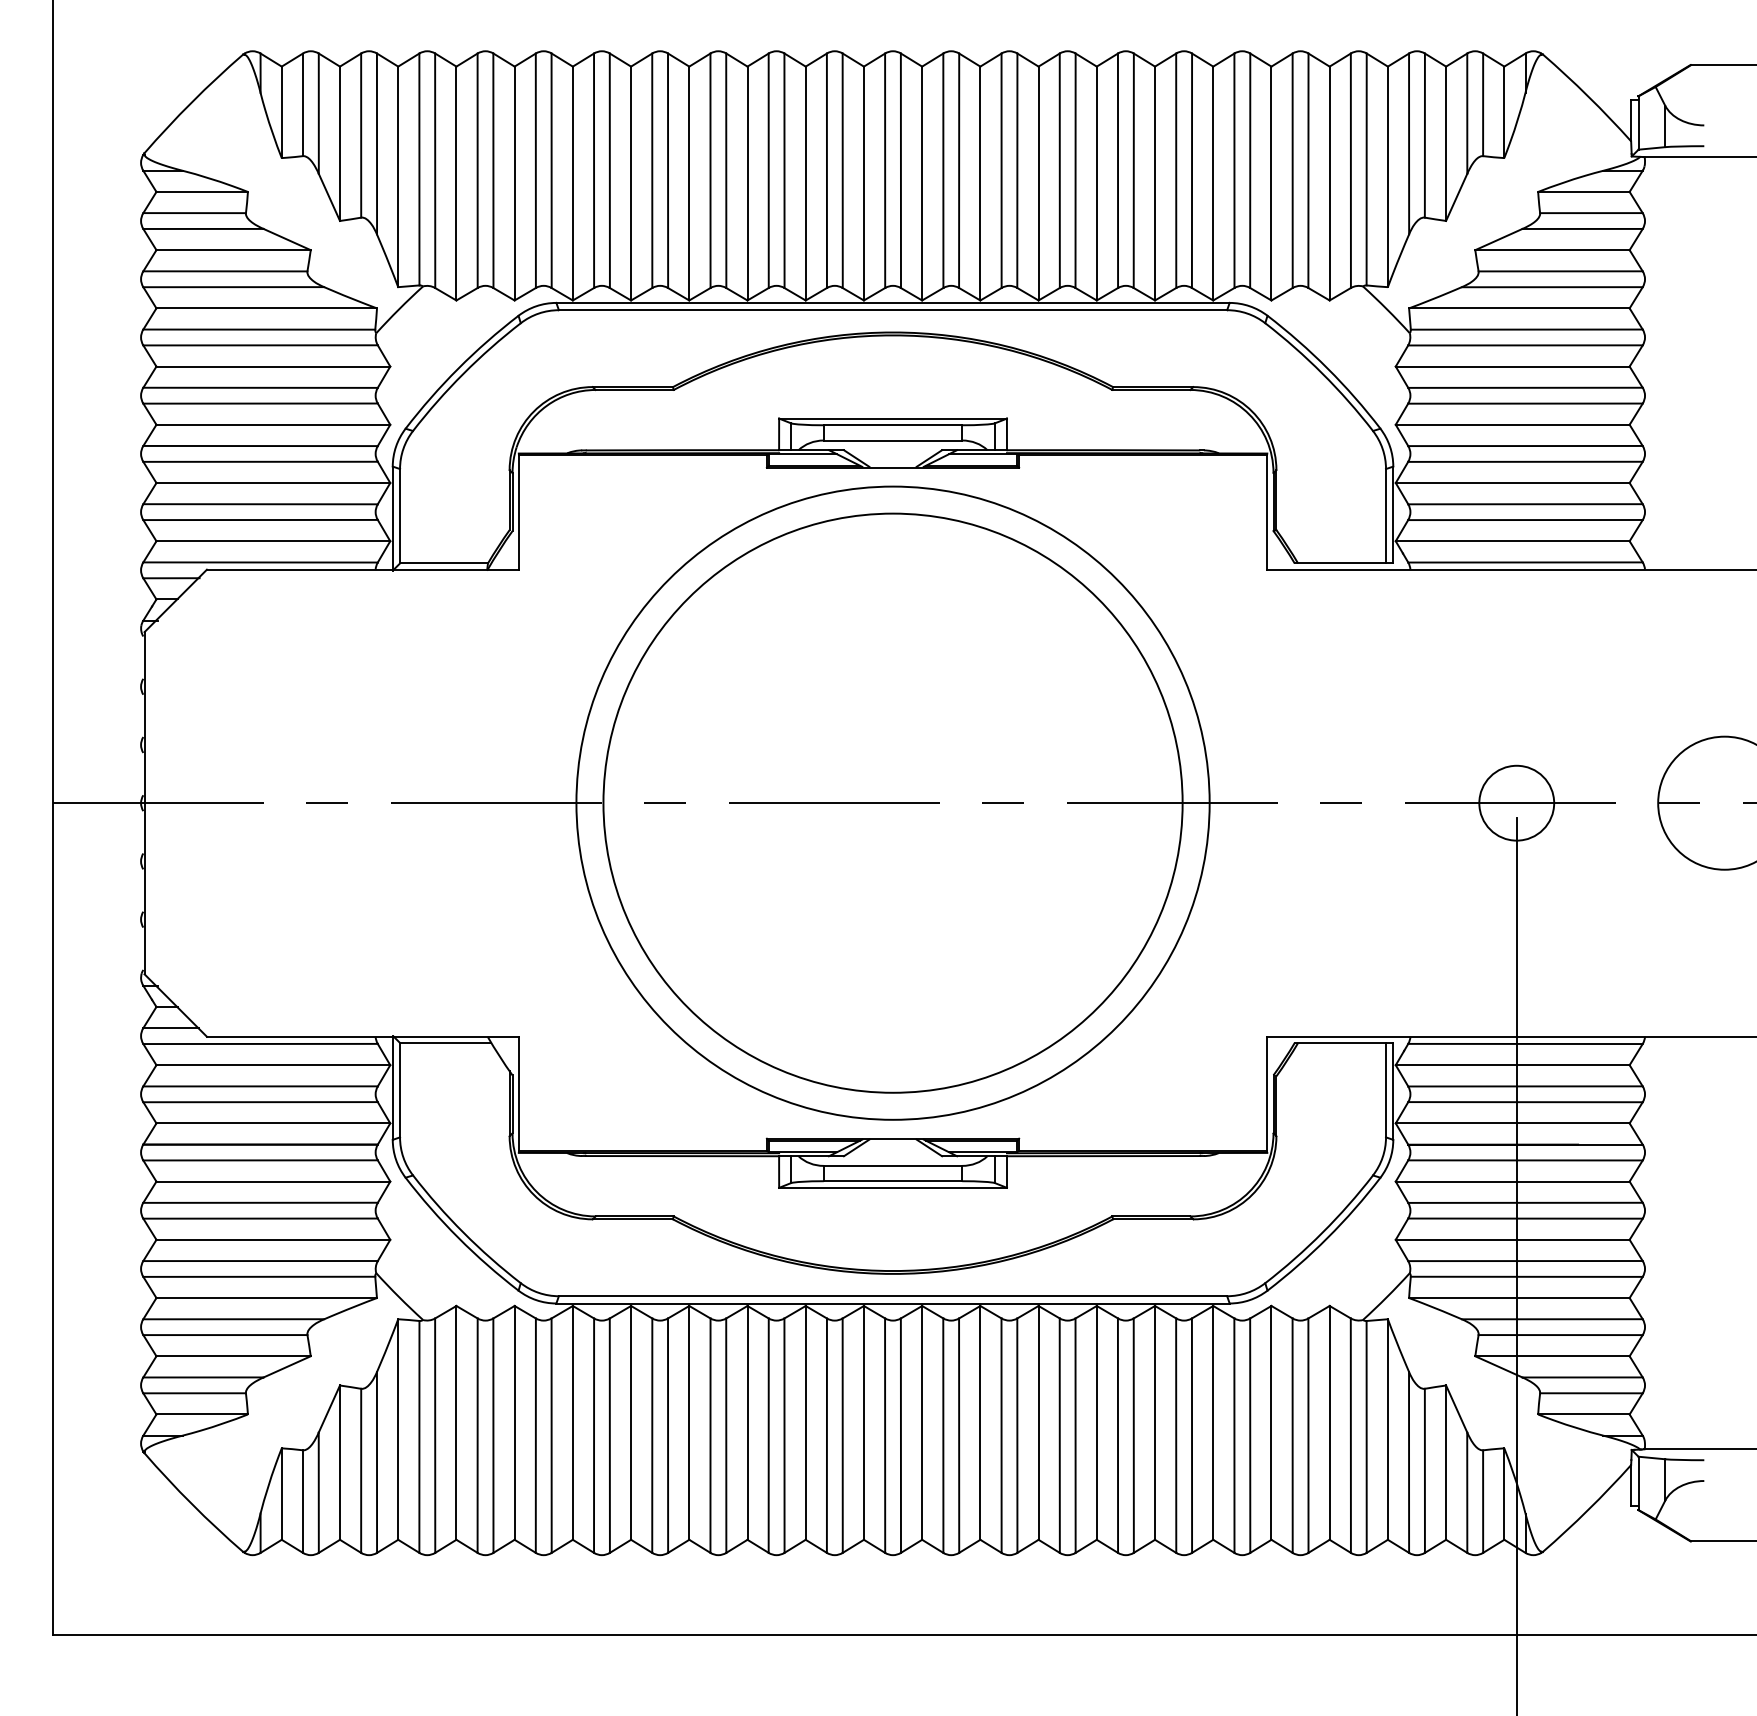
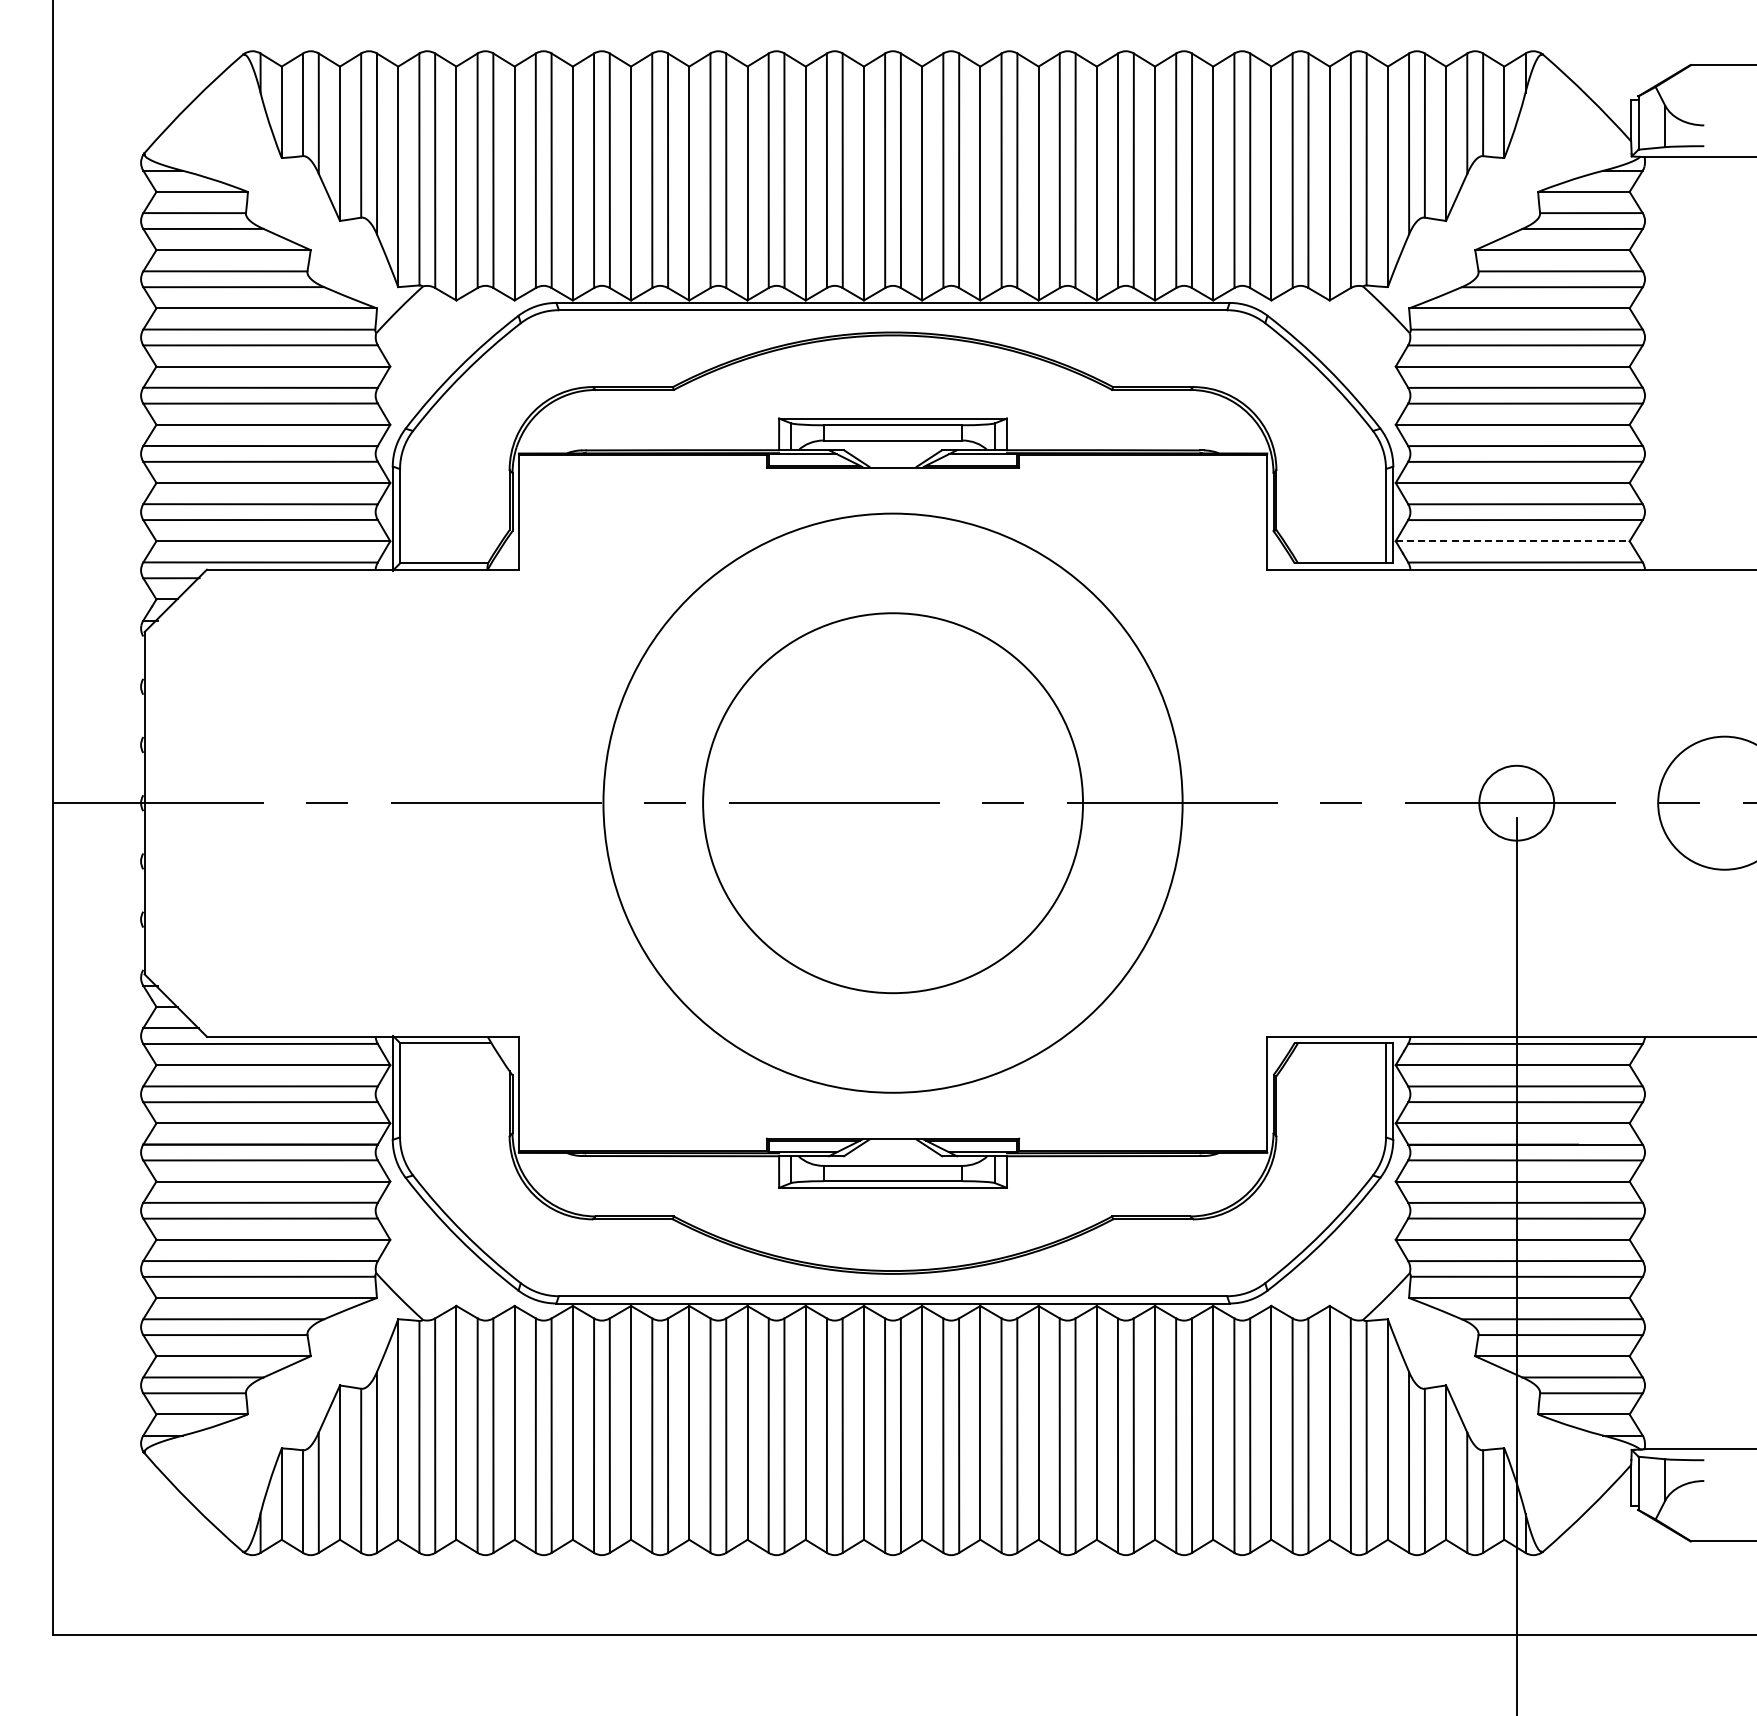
line at (1512, 541): solid -> dashed
circle at (892, 802) diameter: 633 px -> 380 px
